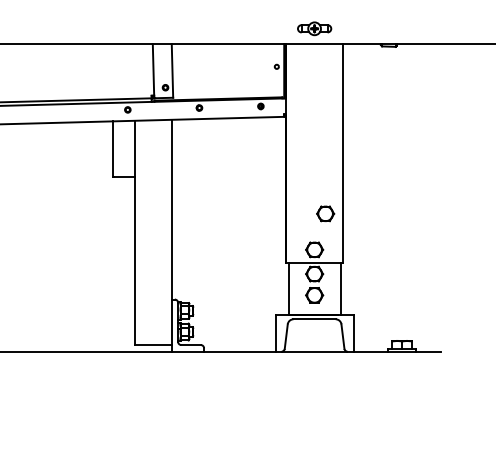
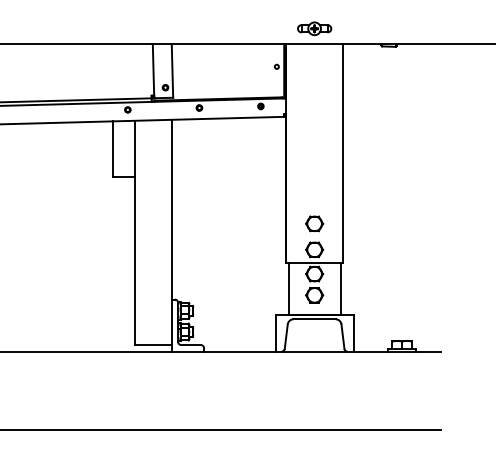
part at (325, 213) position: (325, 213) -> (314, 223)
line at (221, 429): none -> present
